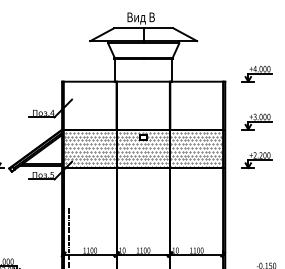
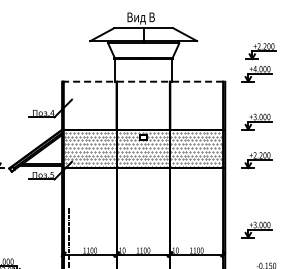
part at (260, 51): none -> present
line at (143, 81): solid -> dashed
part at (256, 229): none -> present
